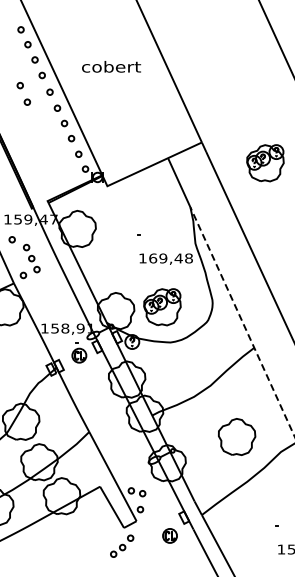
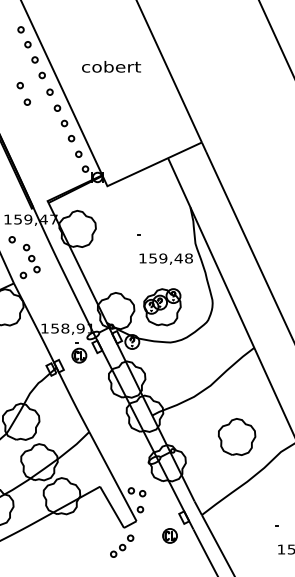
part at (265, 163): present -> none
text at (153, 258): 169,48 -> 159,48
line at (242, 321): dashed -> solid
